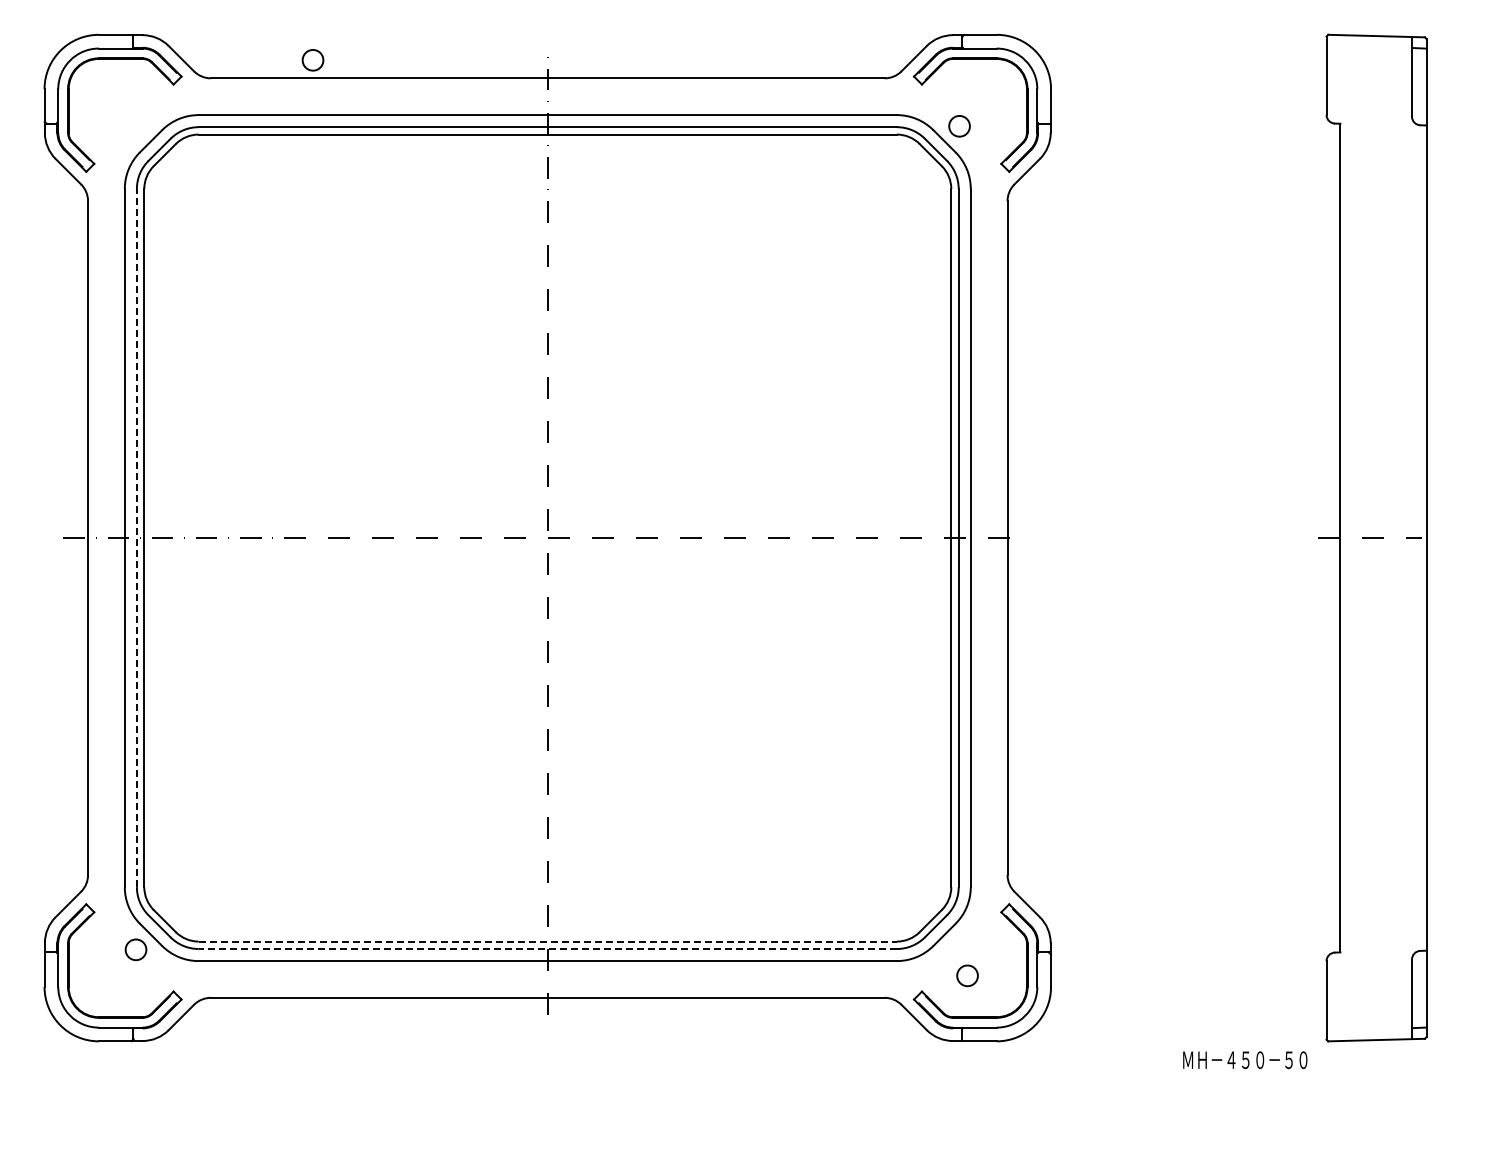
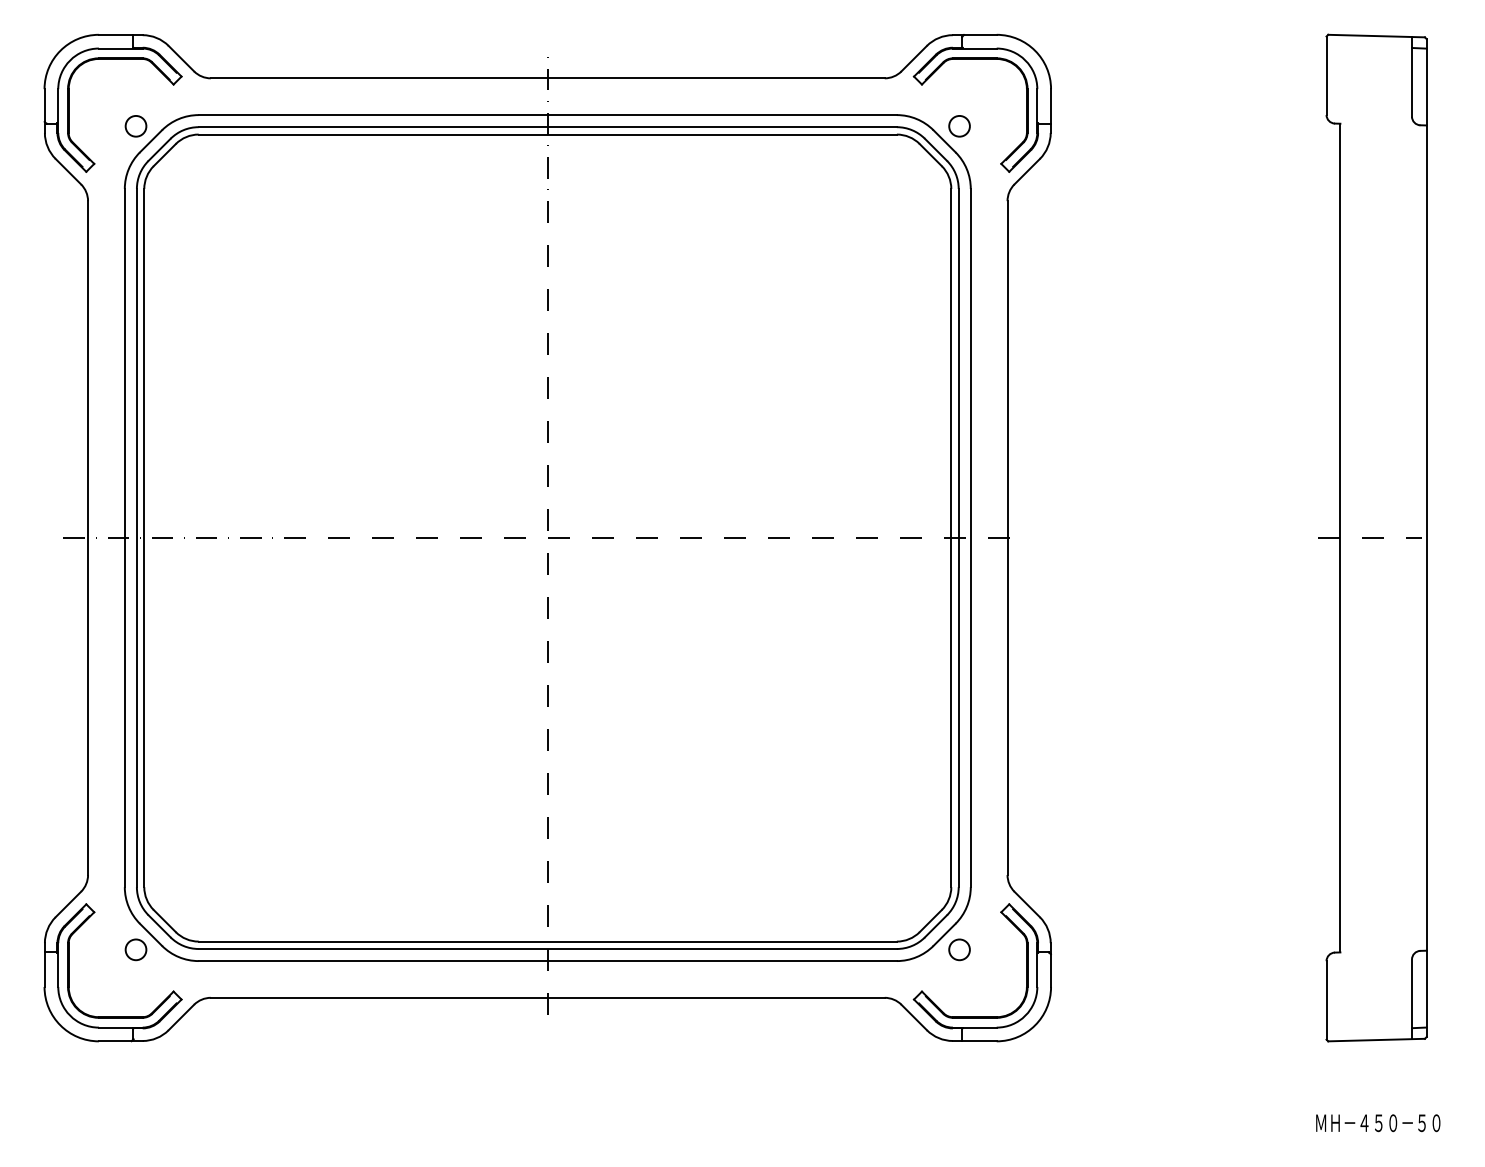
circle at (312, 60) position: (312, 60) -> (135, 126)
line at (136, 537): dashed -> solid
line at (548, 941): dashed -> solid
line at (547, 948): dashed -> solid
circle at (967, 975) position: (967, 975) -> (959, 949)
text at (1245, 1060) position: (1245, 1060) -> (1378, 1123)
